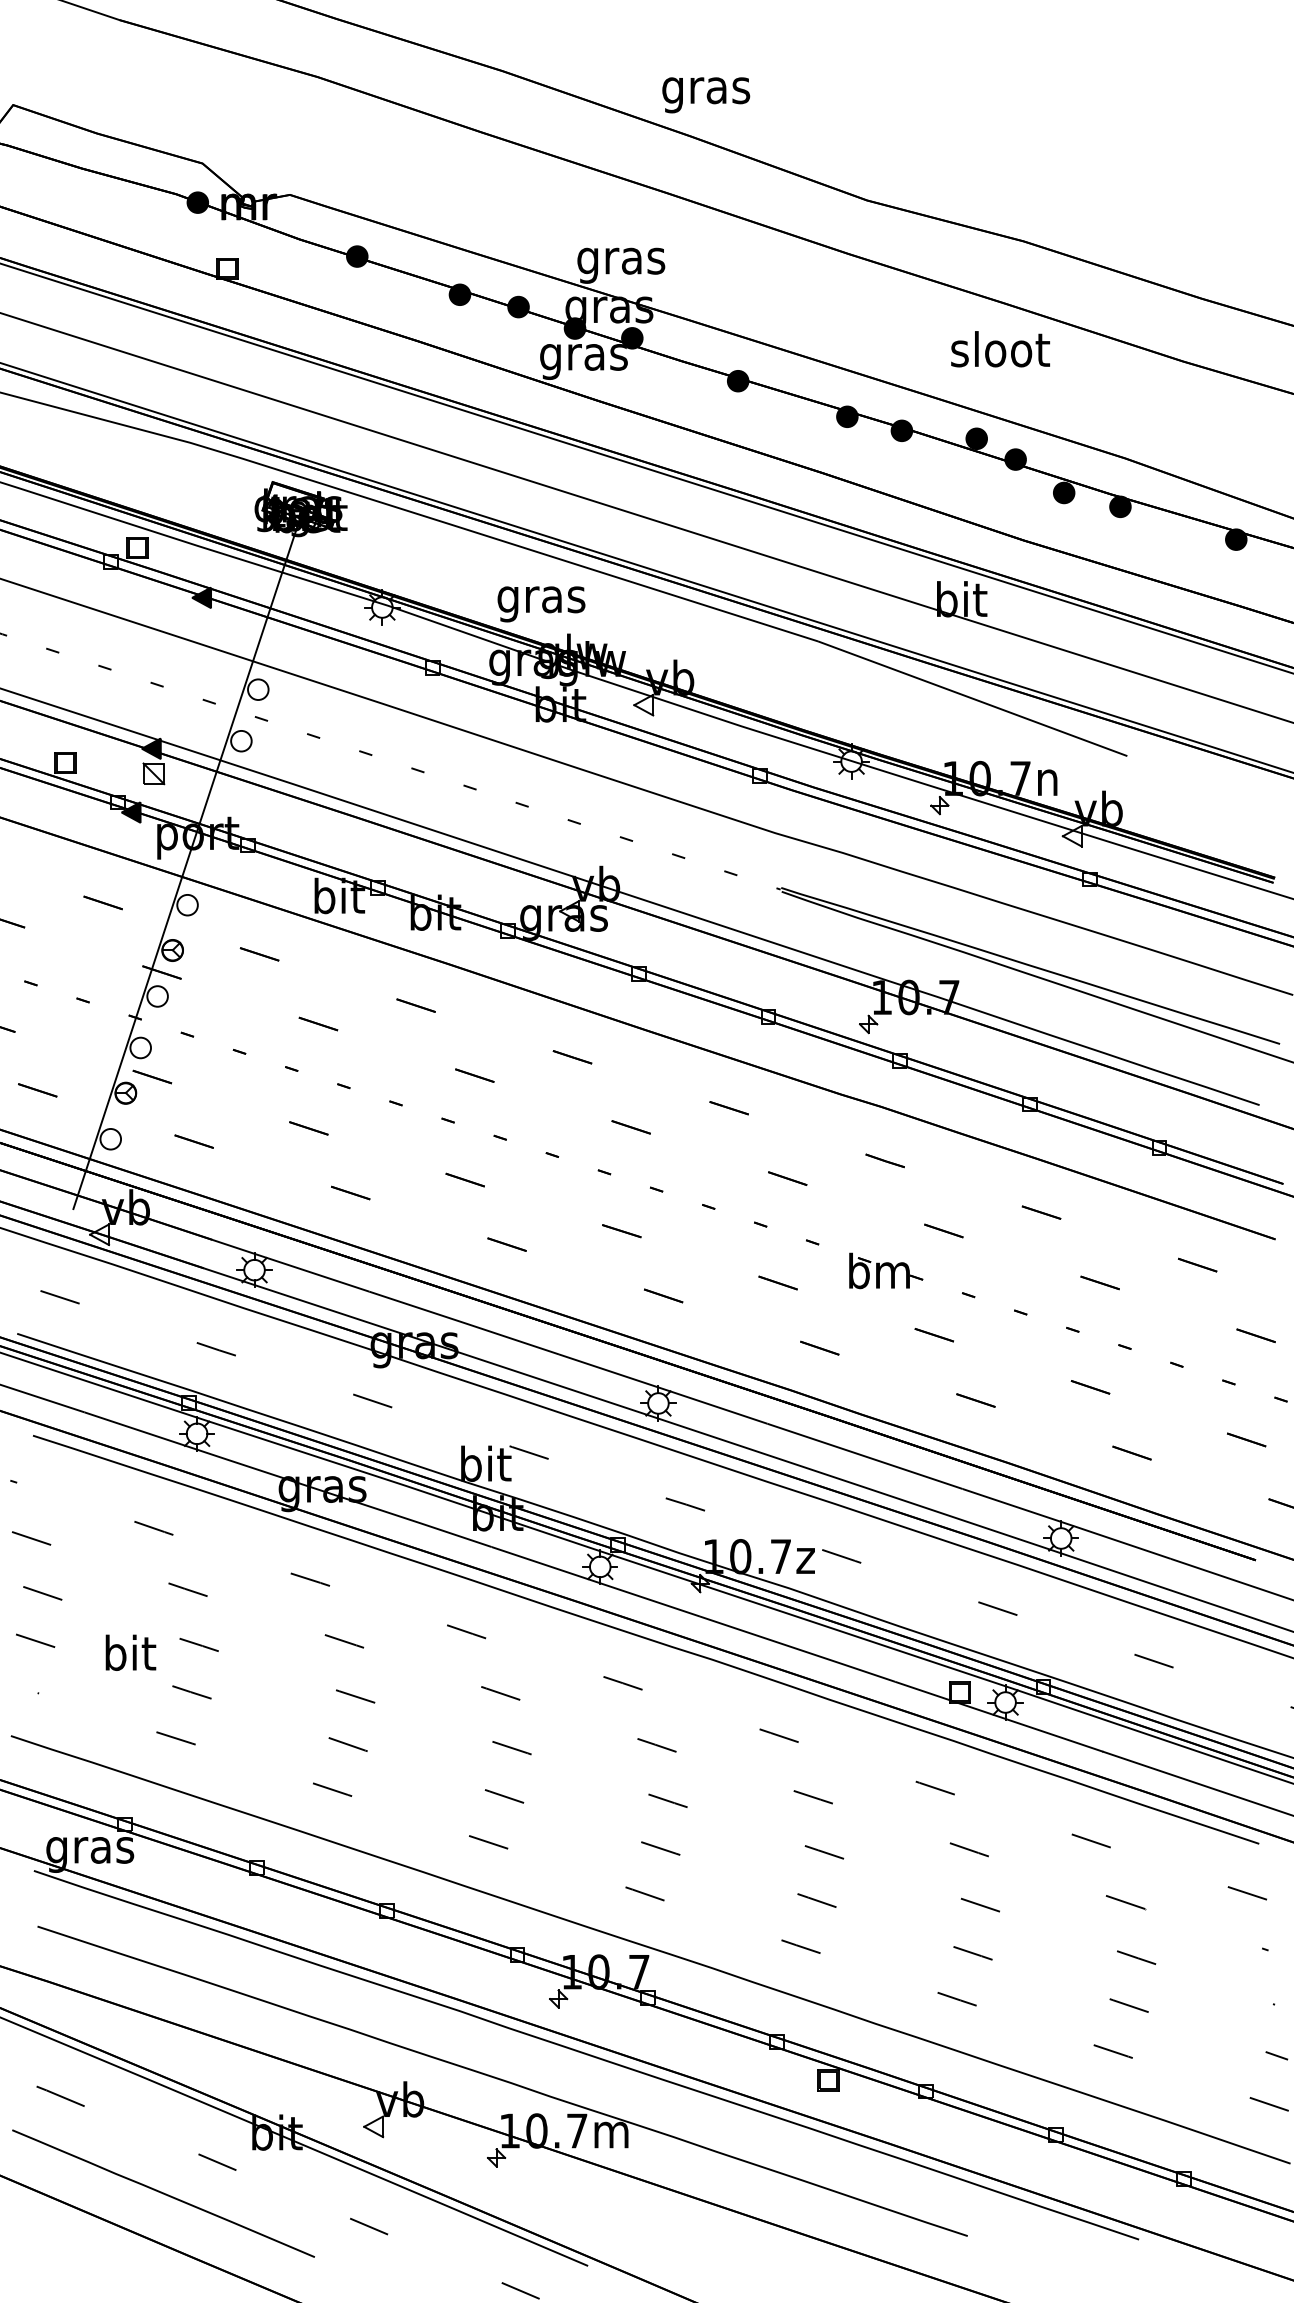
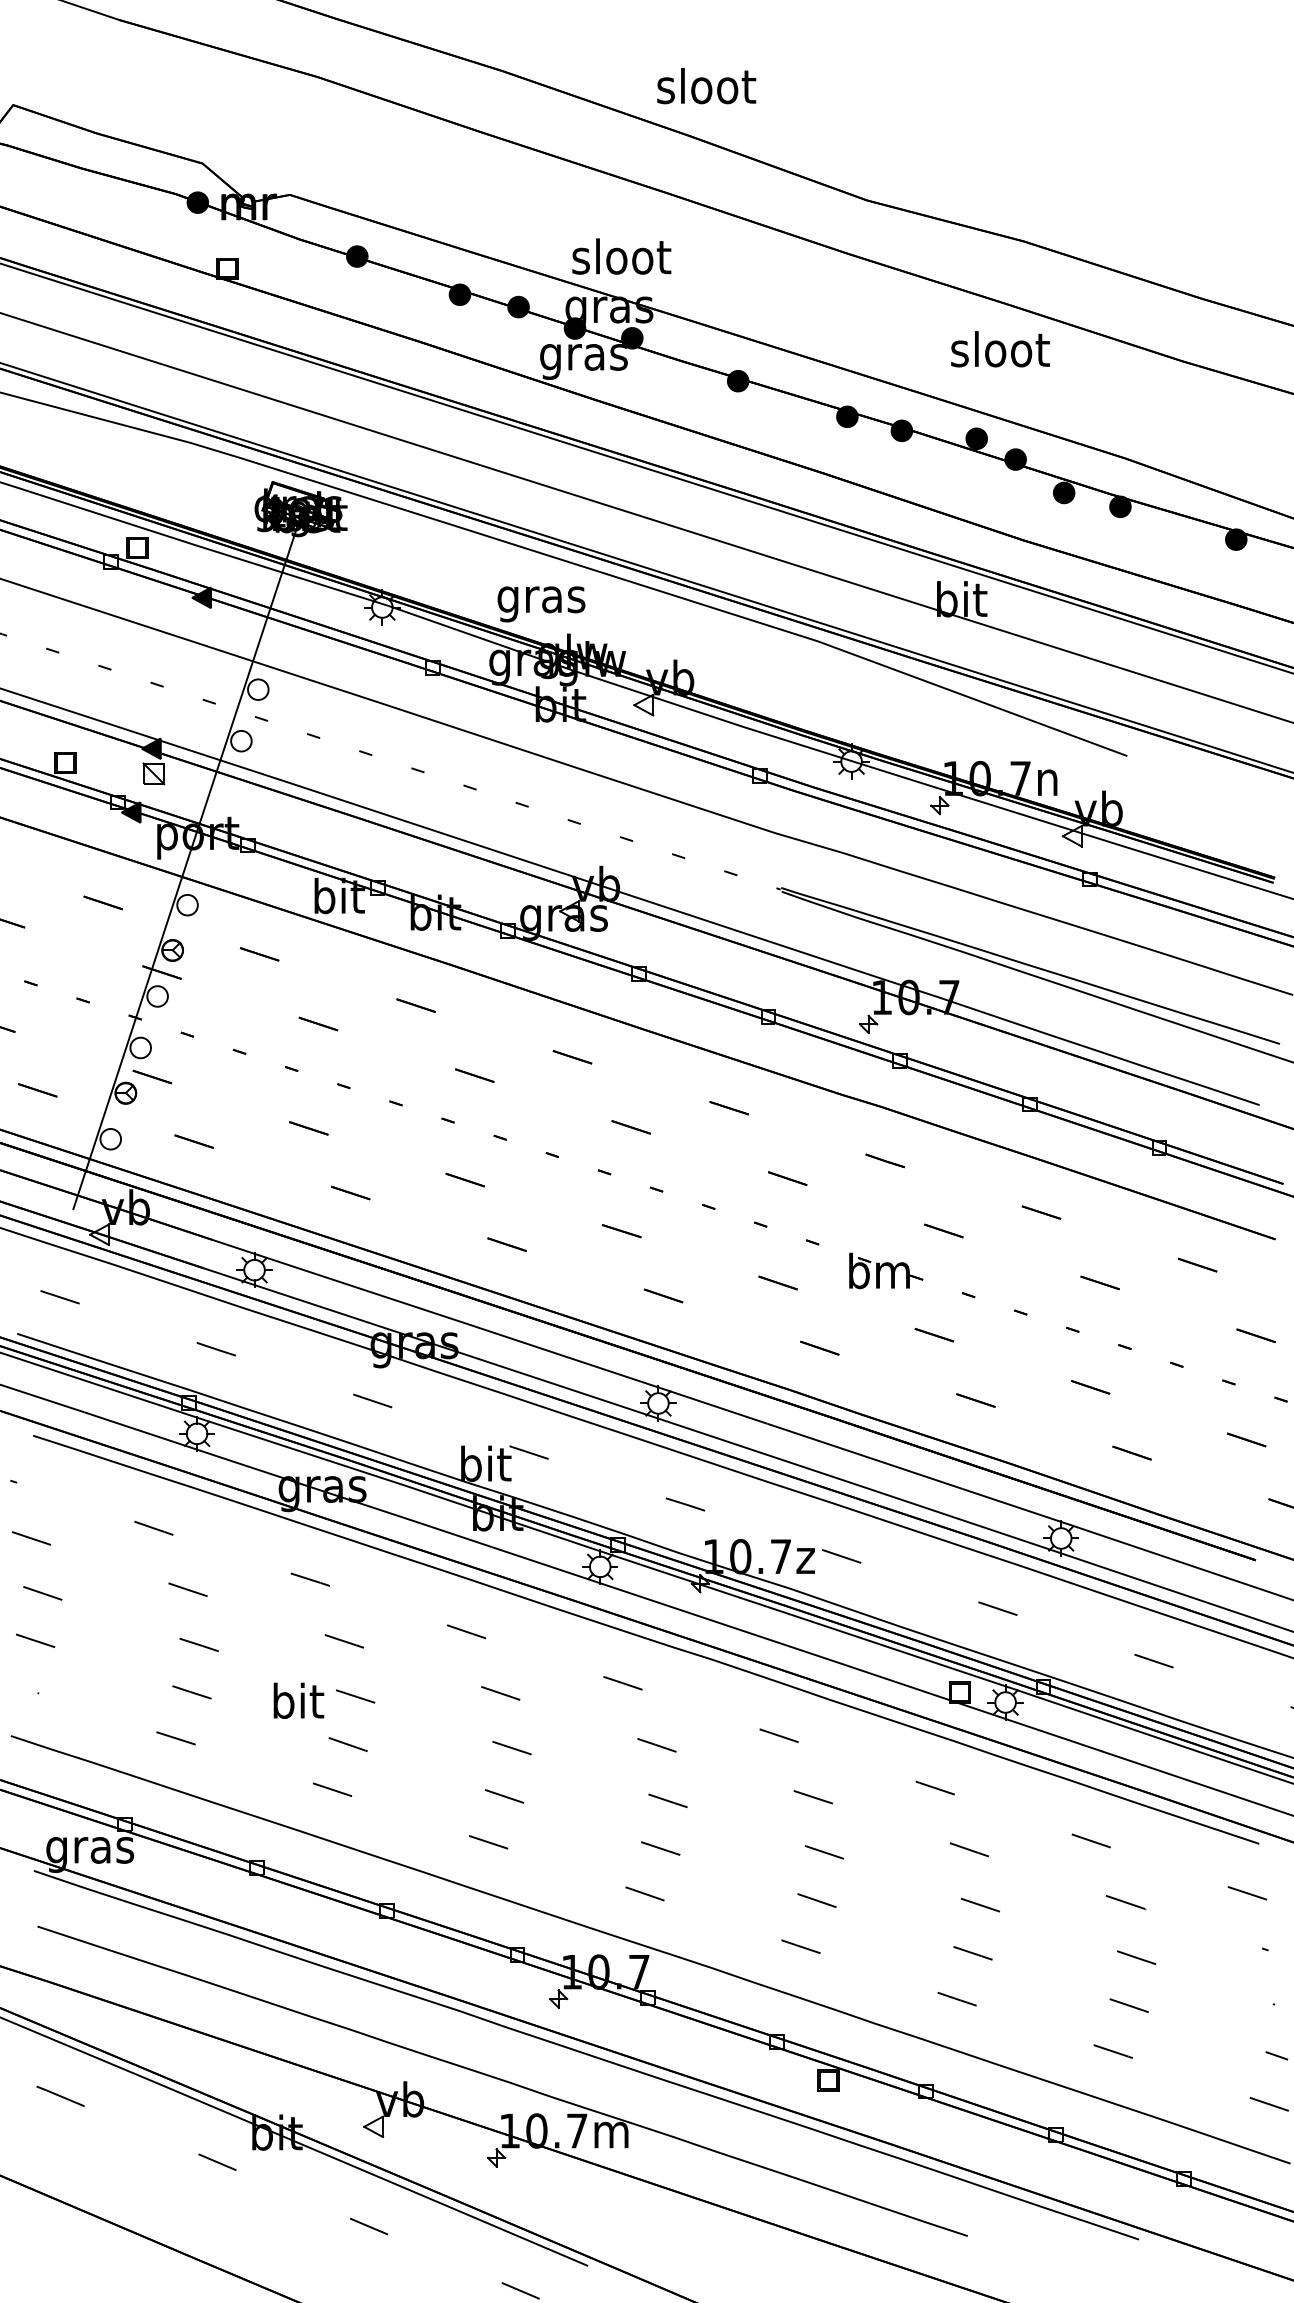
text at (706, 90): gras -> sloot
text at (621, 260): gras -> sloot
text at (130, 1652) position: (130, 1652) -> (298, 1700)
line at (163, 2193): present -> none
